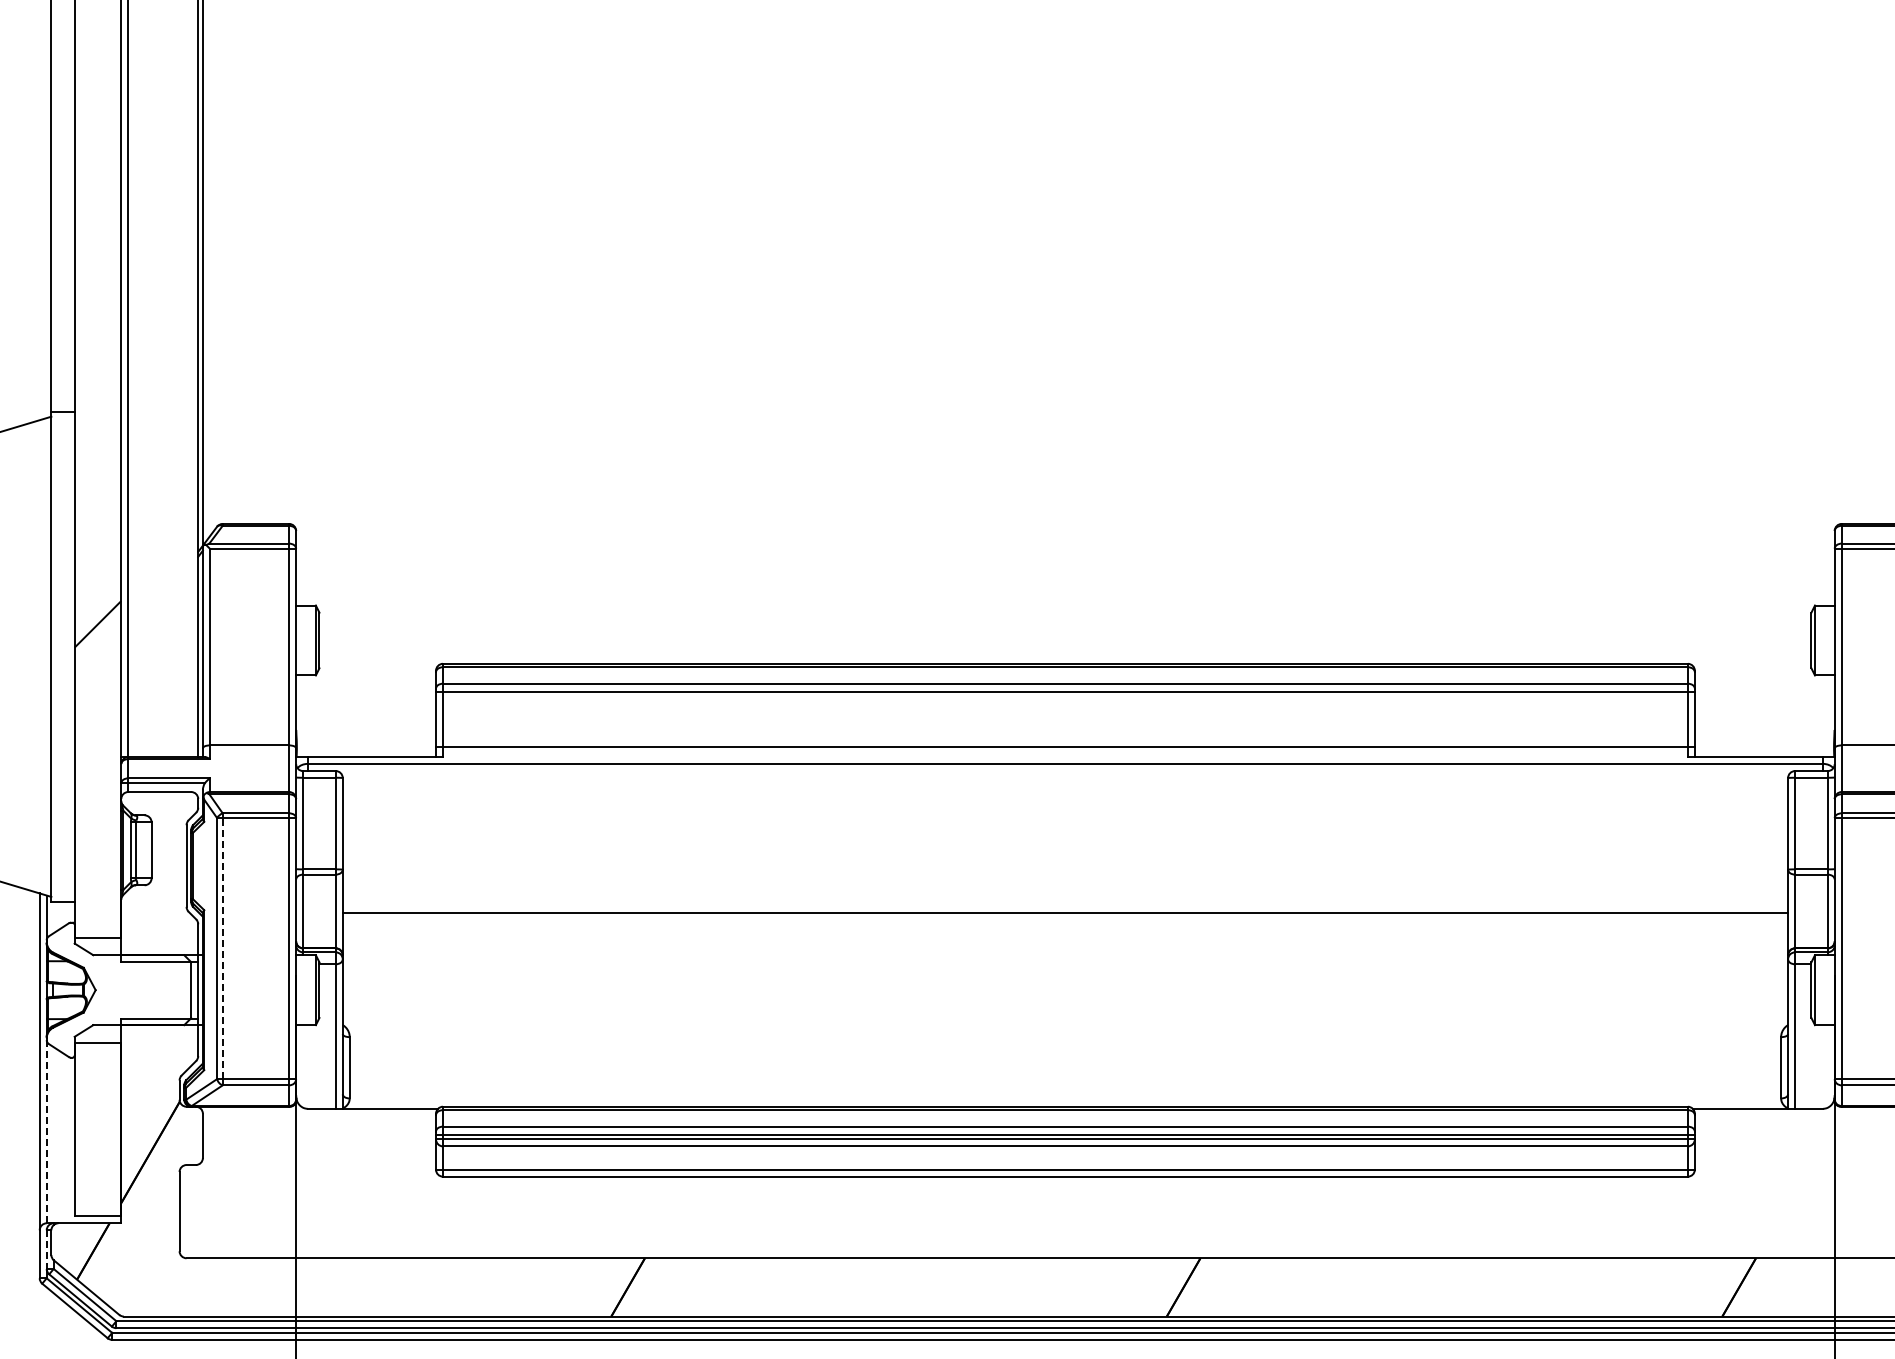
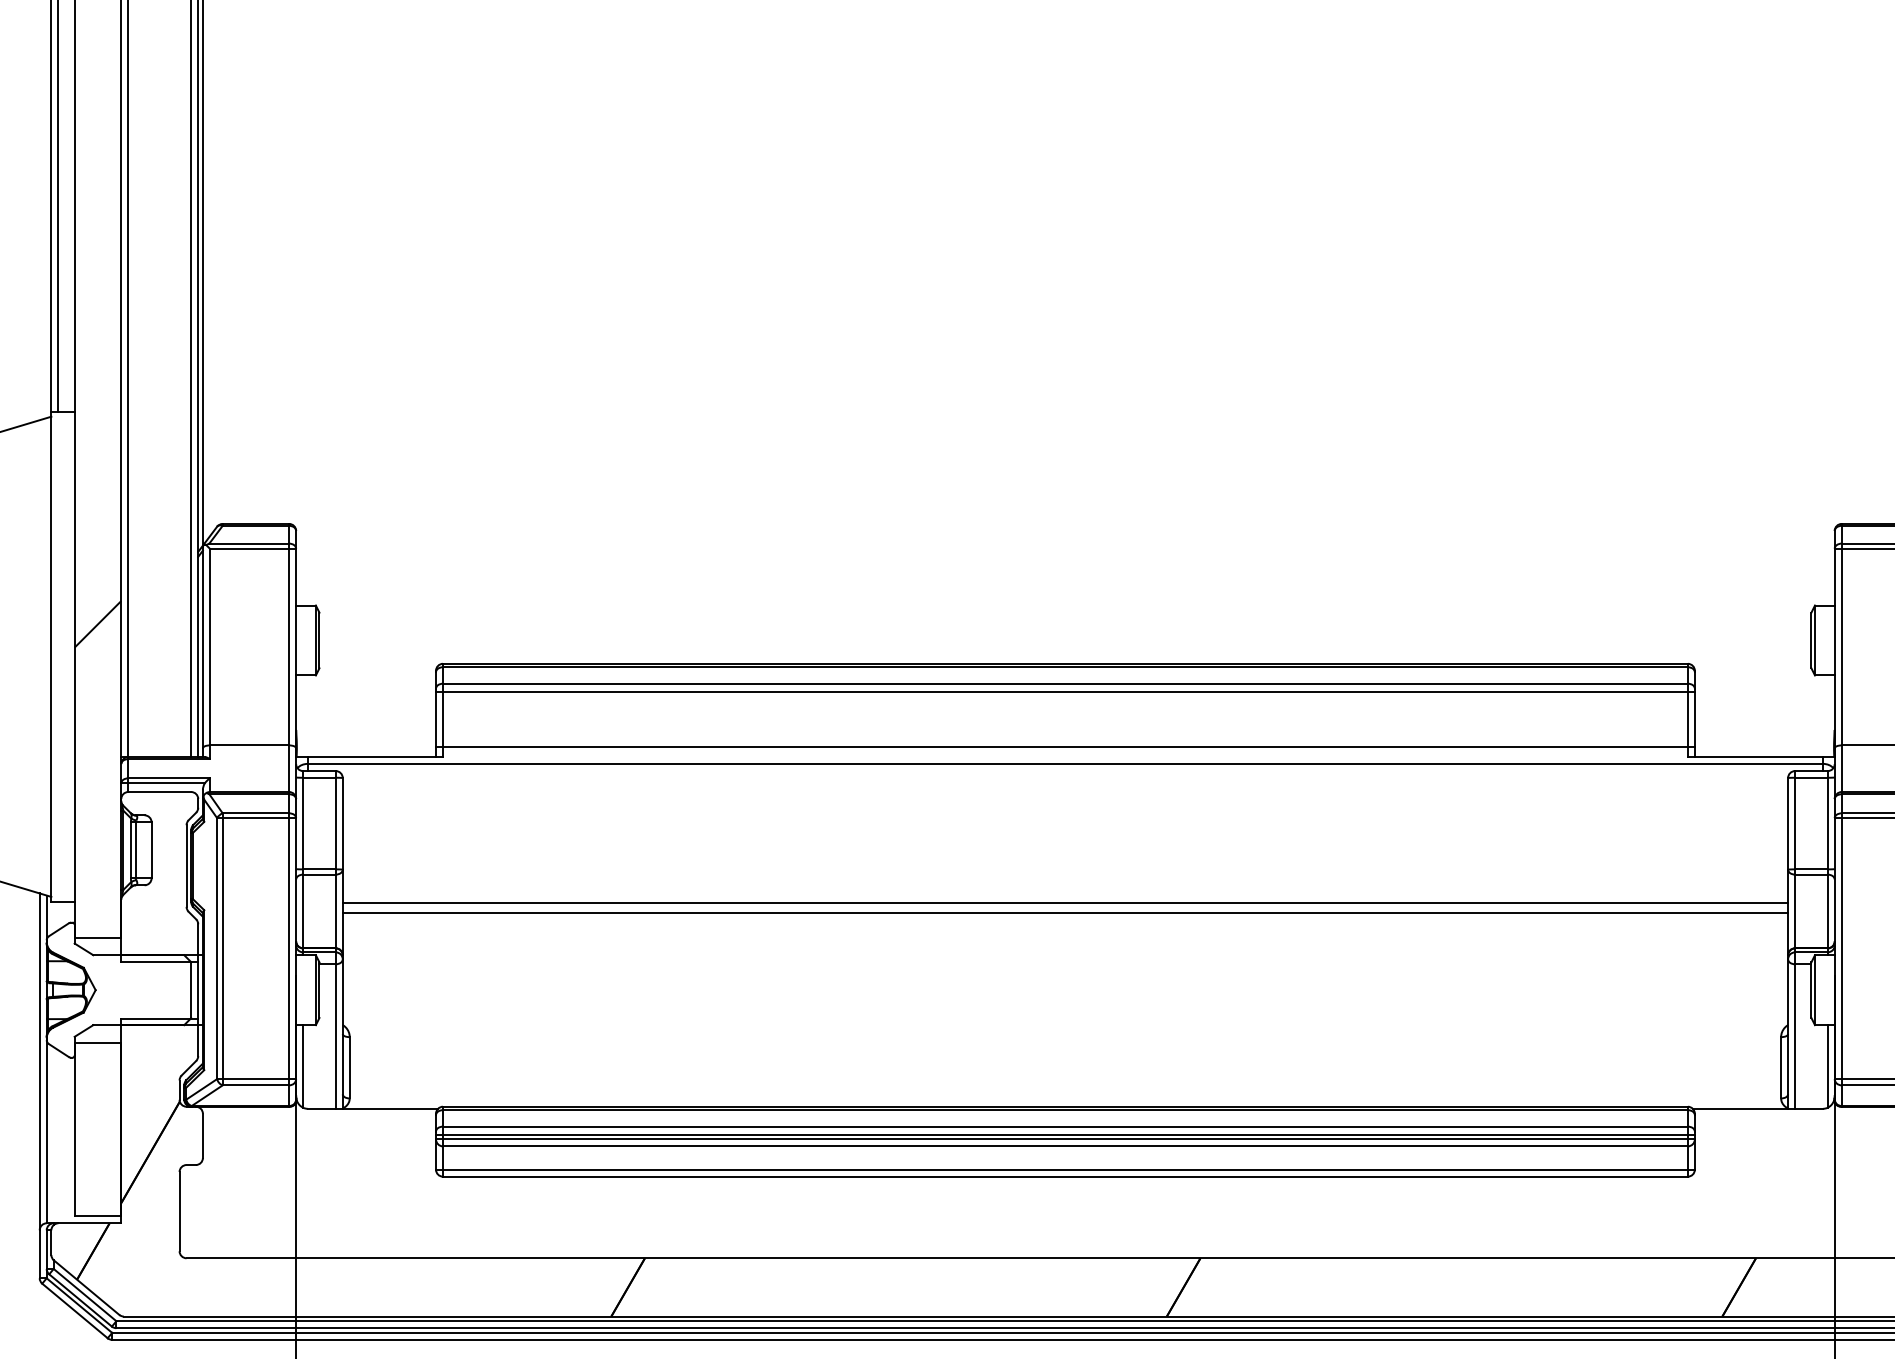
line at (58, 207): none -> present
line at (191, 379): none -> present
line at (1065, 903): none -> present
line at (222, 948): dashed -> solid
line at (303, 1066): none -> present
line at (1827, 1066): none -> present
line at (46, 1131): dashed -> solid
line at (46, 1250): dashed -> solid
